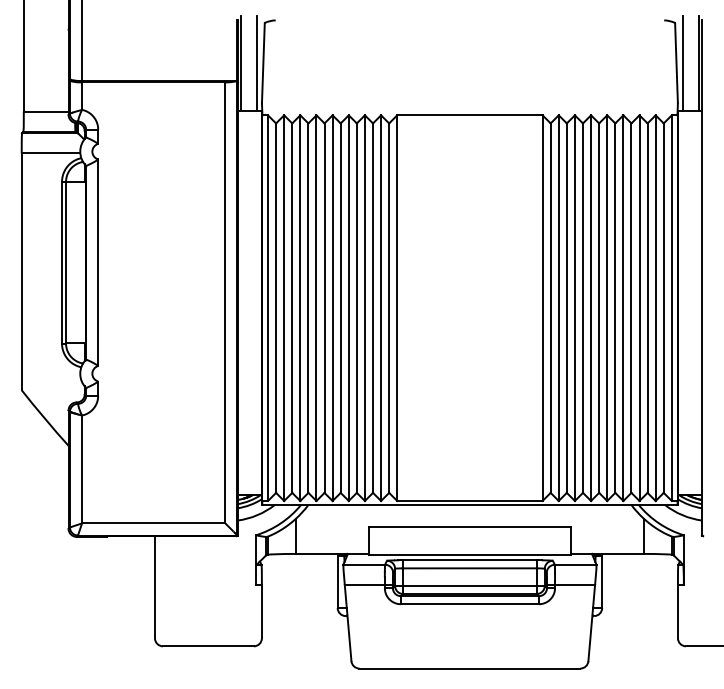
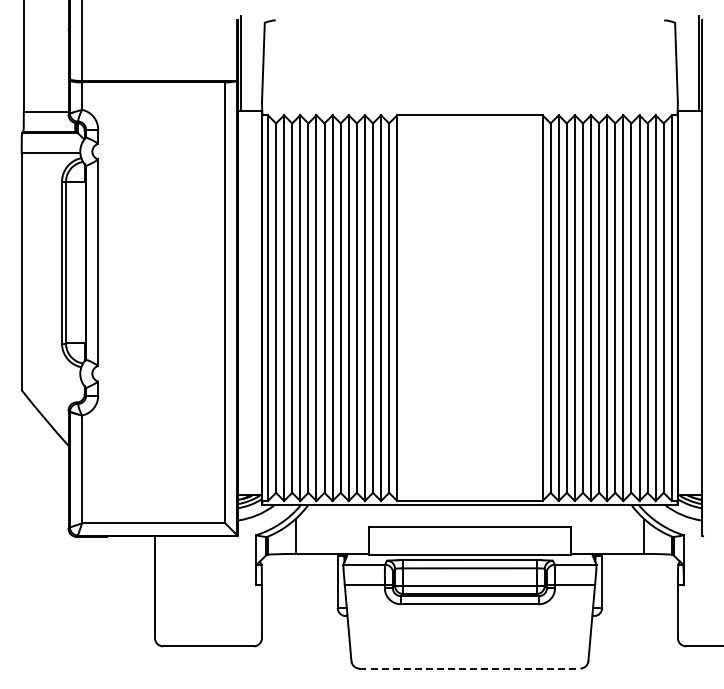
line at (257, 63): present -> none
line at (682, 63): present -> none
line at (470, 668): solid -> dashed
